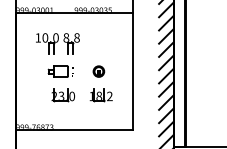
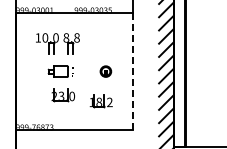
part at (98, 71) position: (98, 71) -> (105, 71)
line at (132, 72): solid -> dashed
part at (100, 95) position: (100, 95) -> (100, 101)
